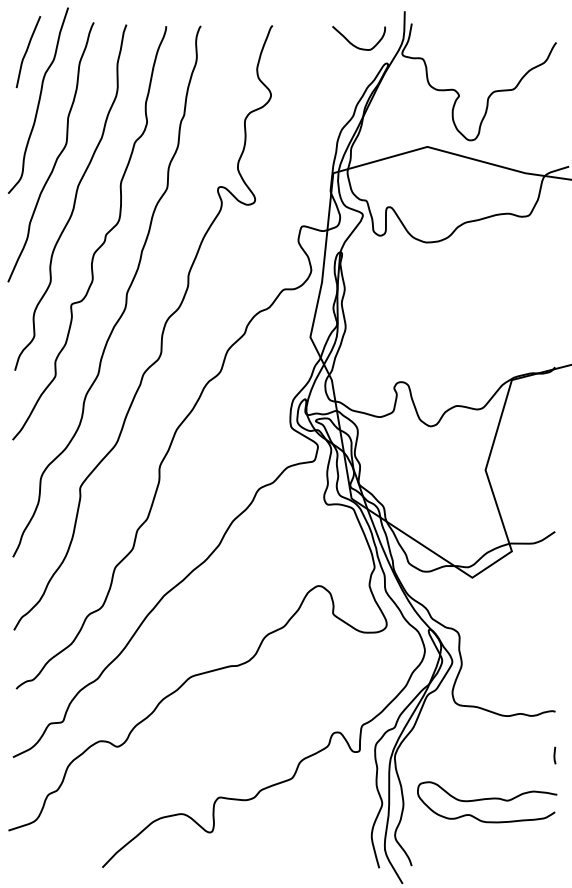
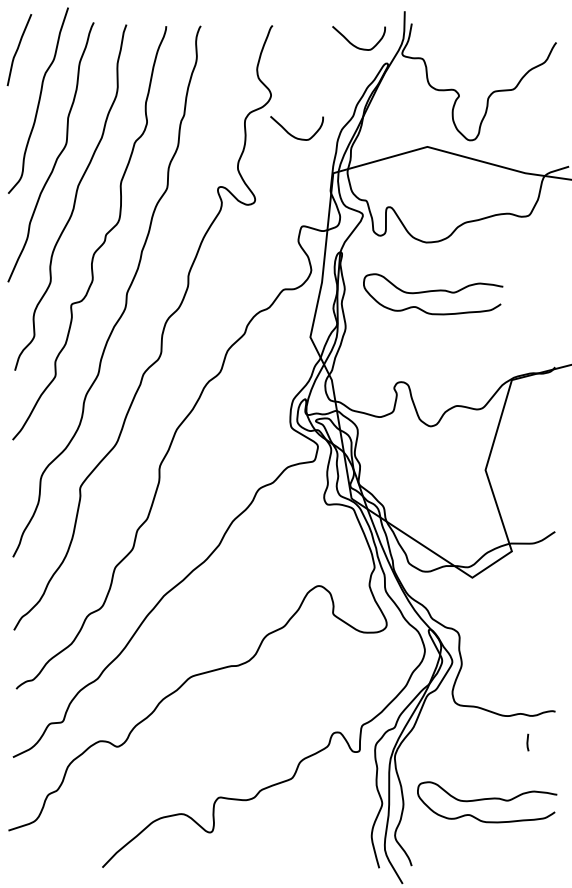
curve at (27, 51) position: (27, 51) -> (18, 49)
curve at (293, 135): none -> present
curve at (433, 291): none -> present
line at (554, 755) position: (554, 755) -> (527, 742)
